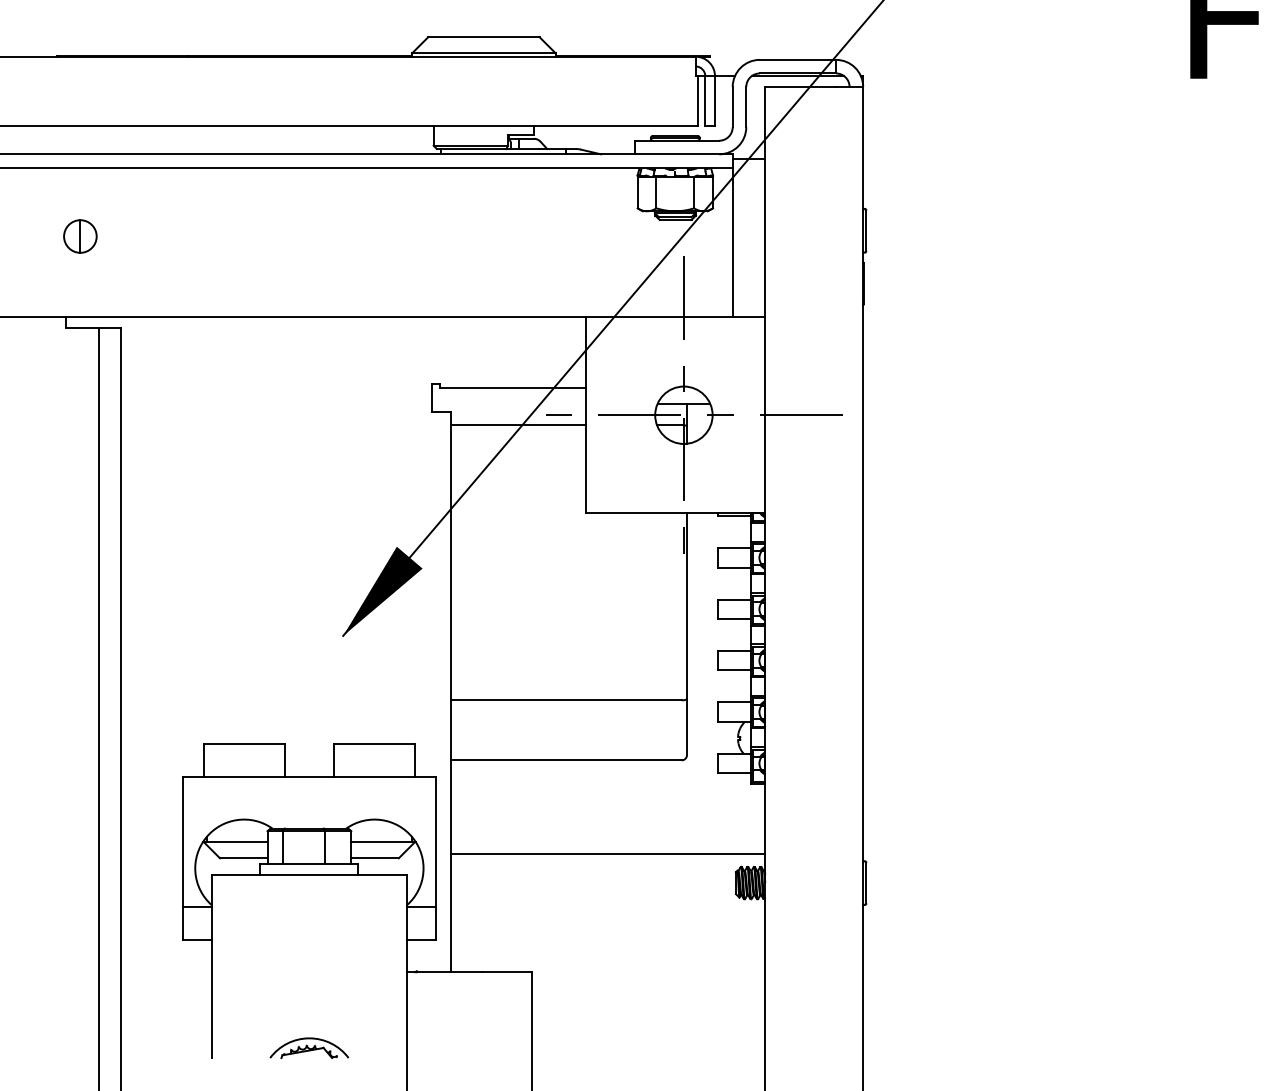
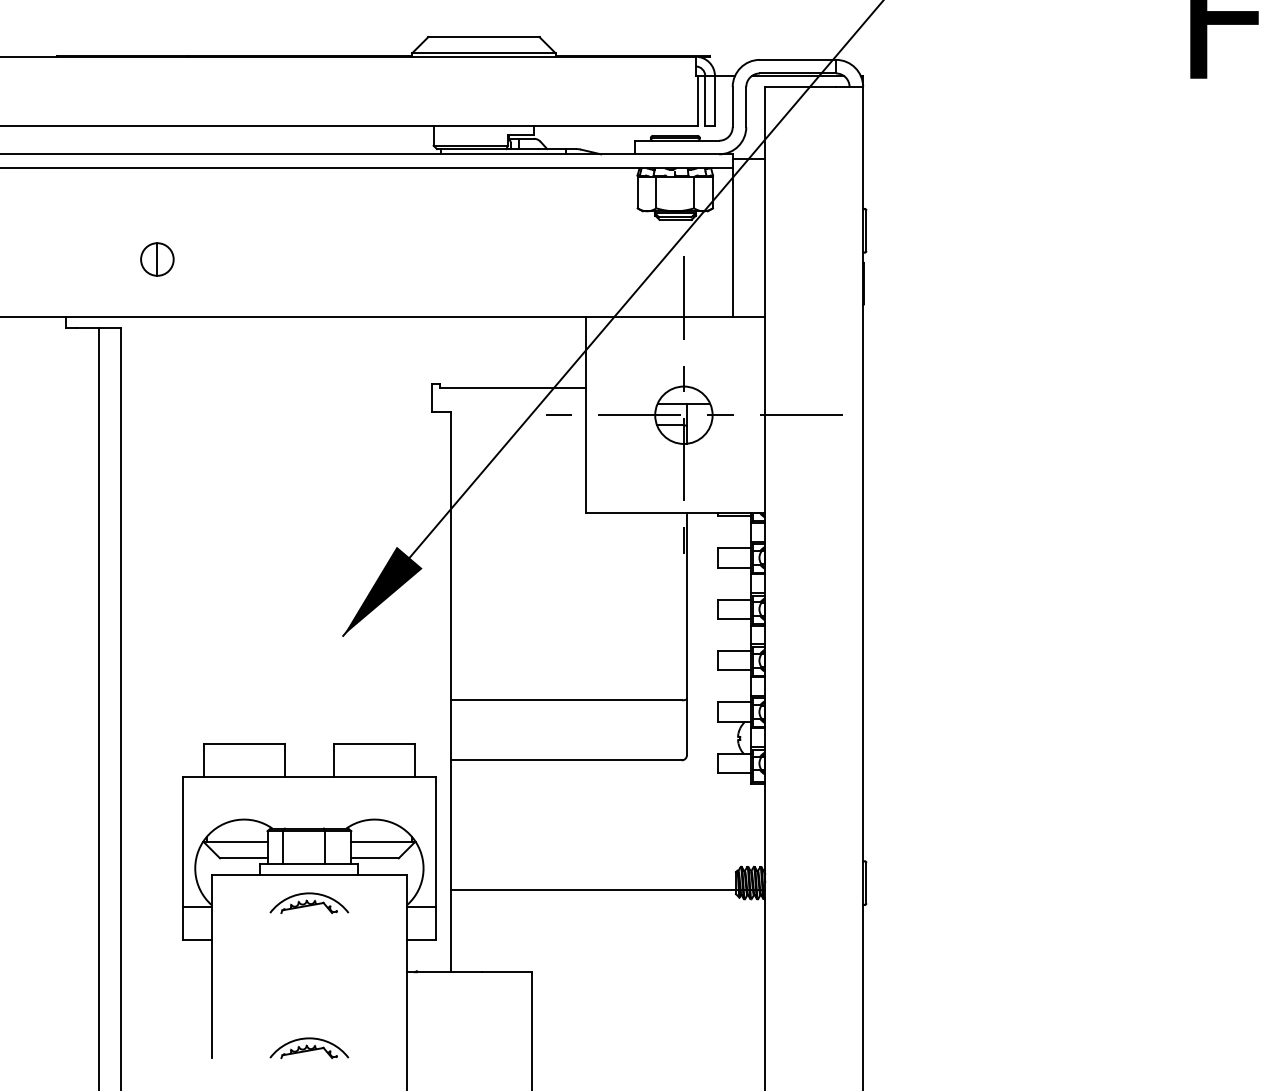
part at (80, 236) position: (80, 236) -> (157, 259)
line at (518, 425): present -> none
line at (608, 854) position: (608, 854) -> (608, 890)
part at (309, 902): none -> present
